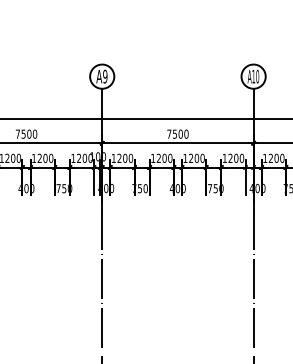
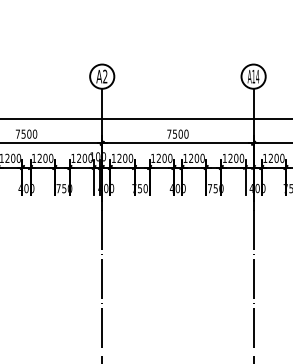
text at (105, 76): A9 -> A2
text at (257, 76): A10 -> A14
